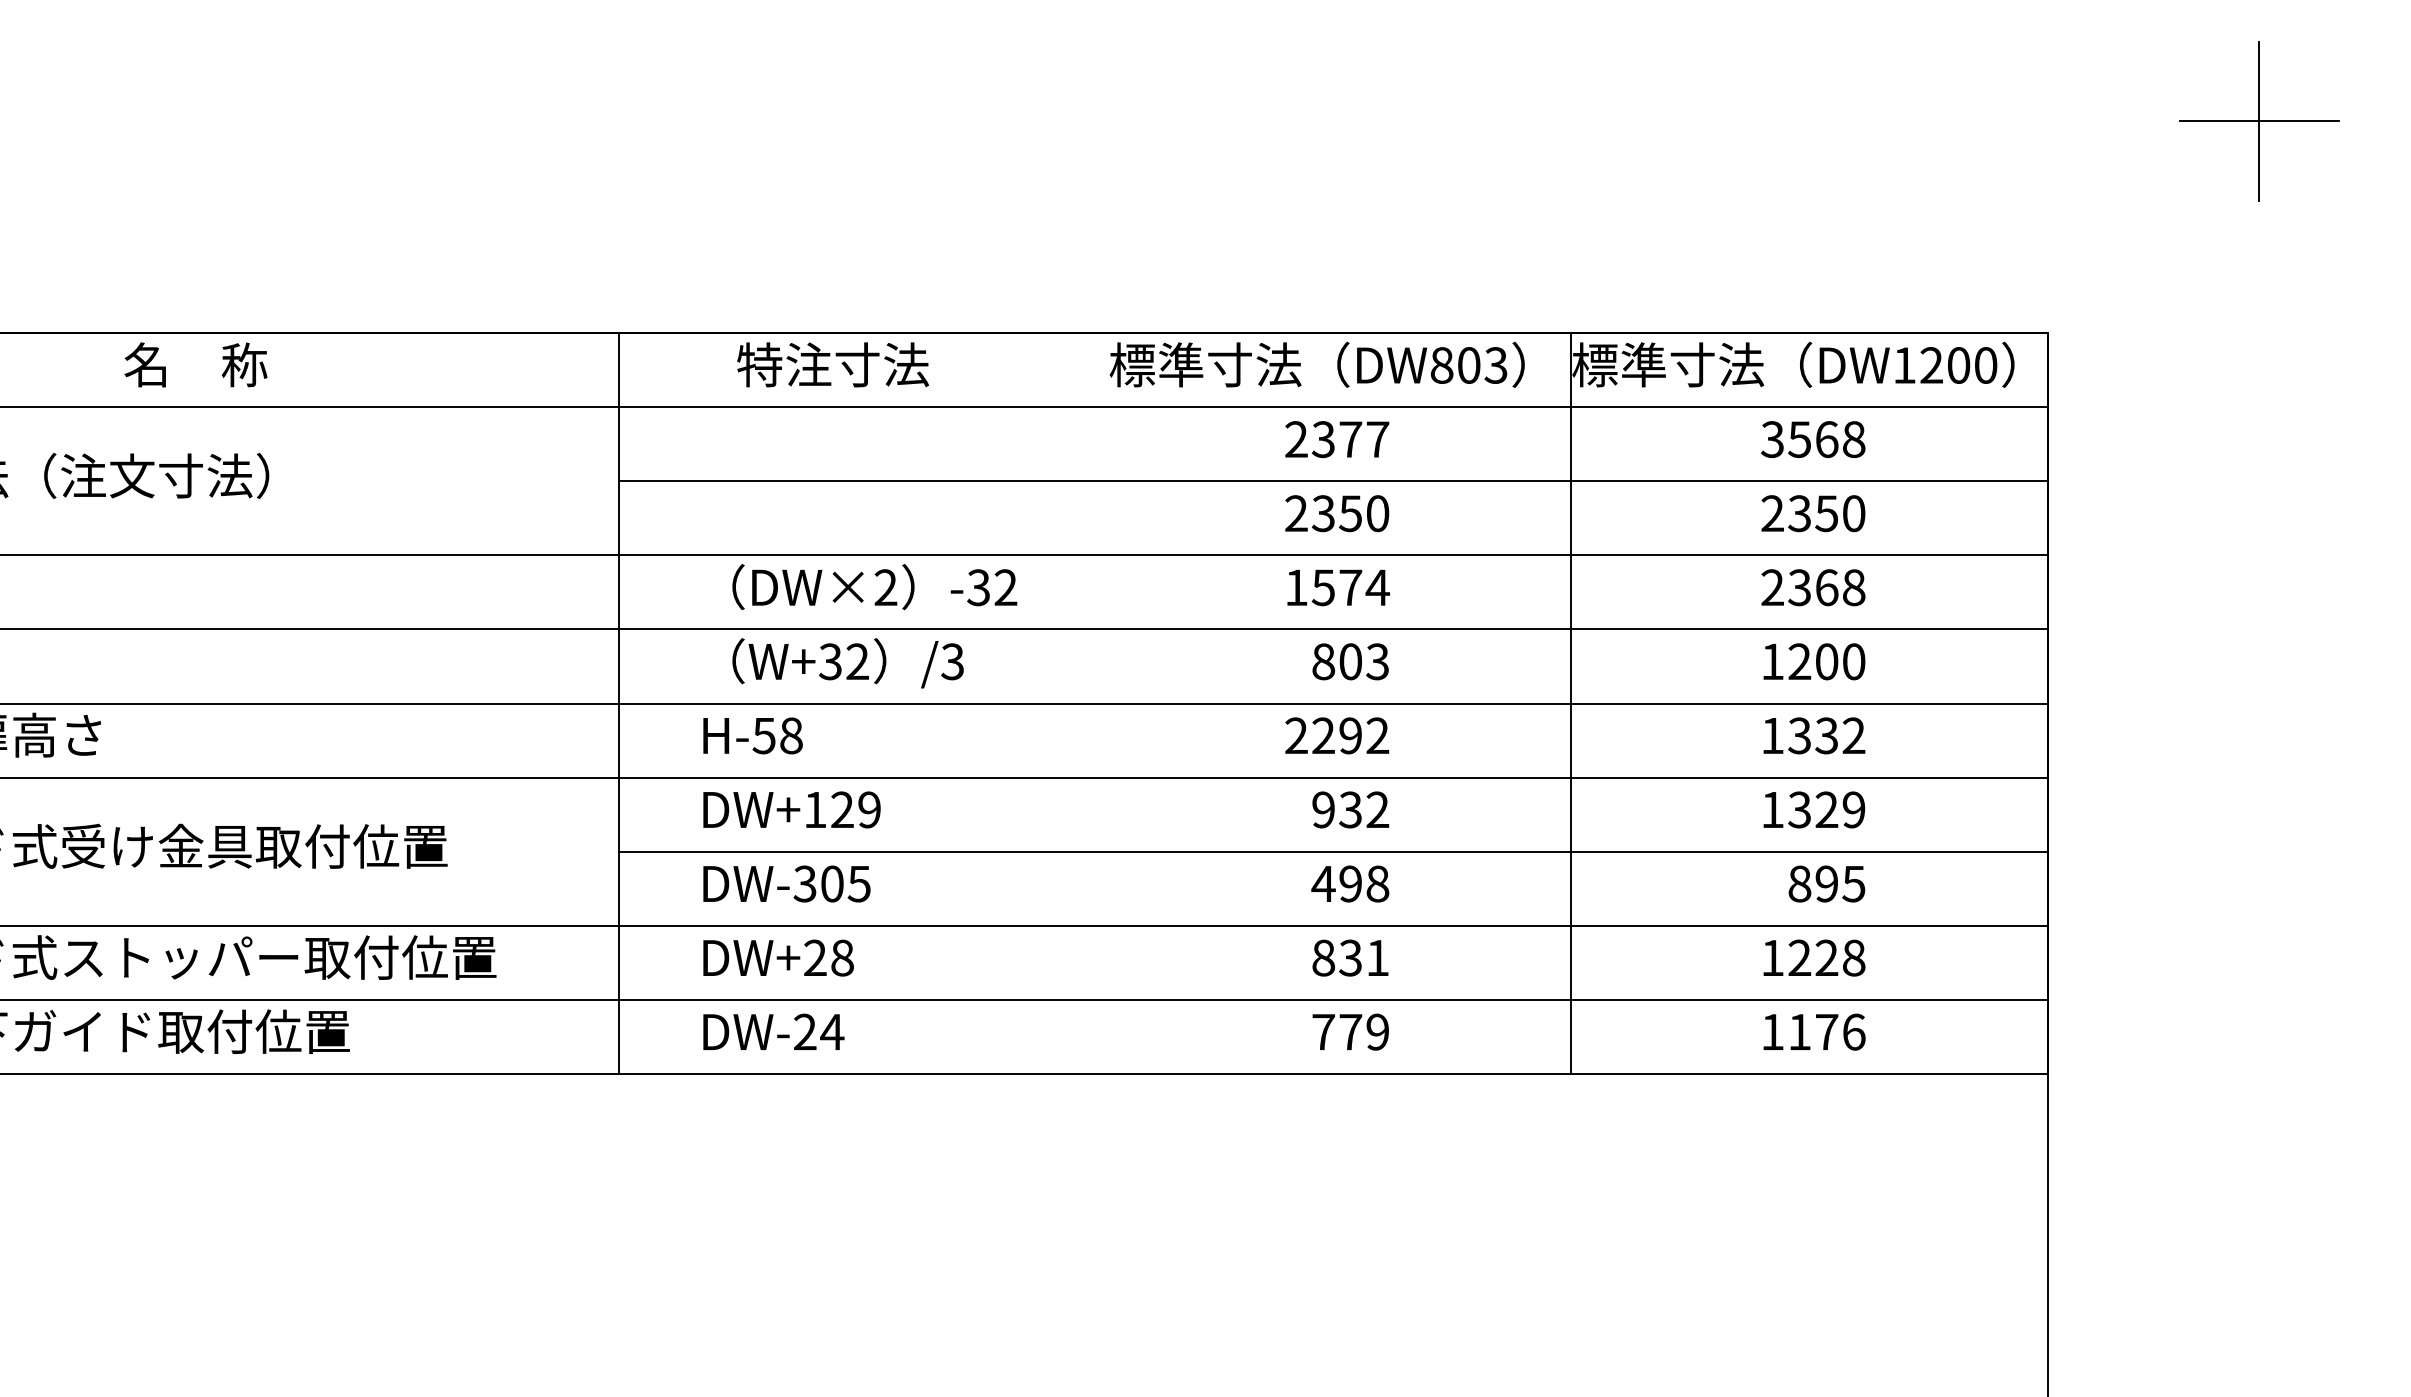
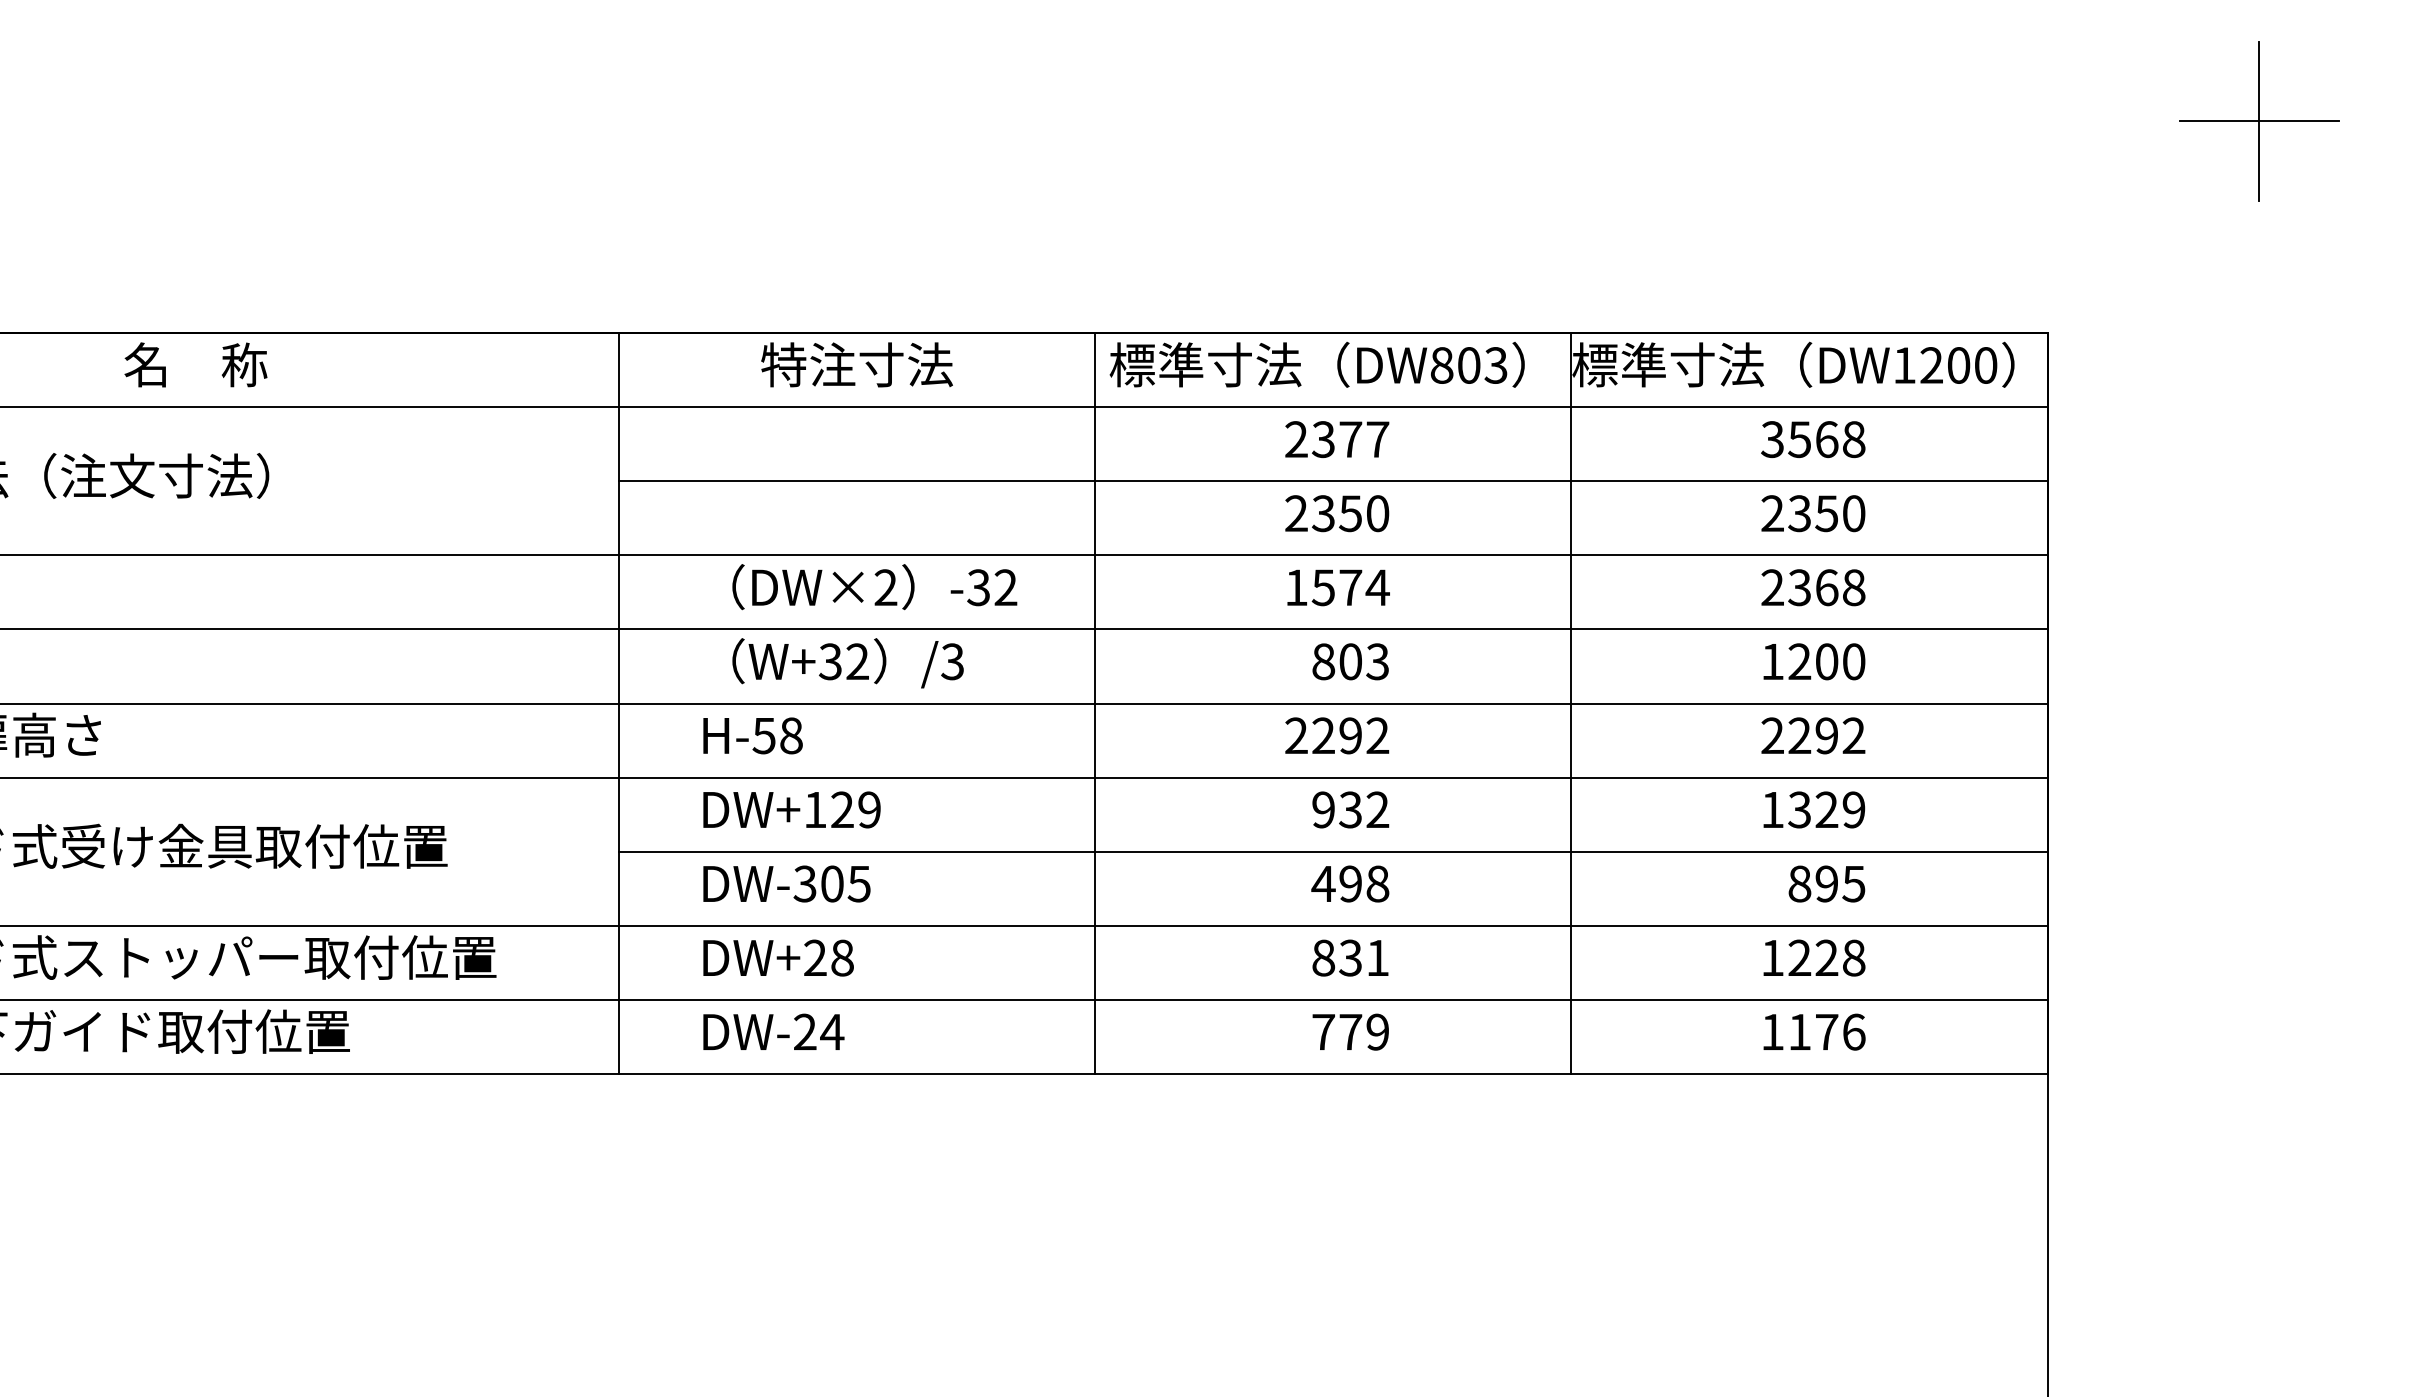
text at (832, 364) position: (832, 364) -> (856, 364)
line at (1095, 703): none -> present
text at (1799, 735): 1332 -> 2292
